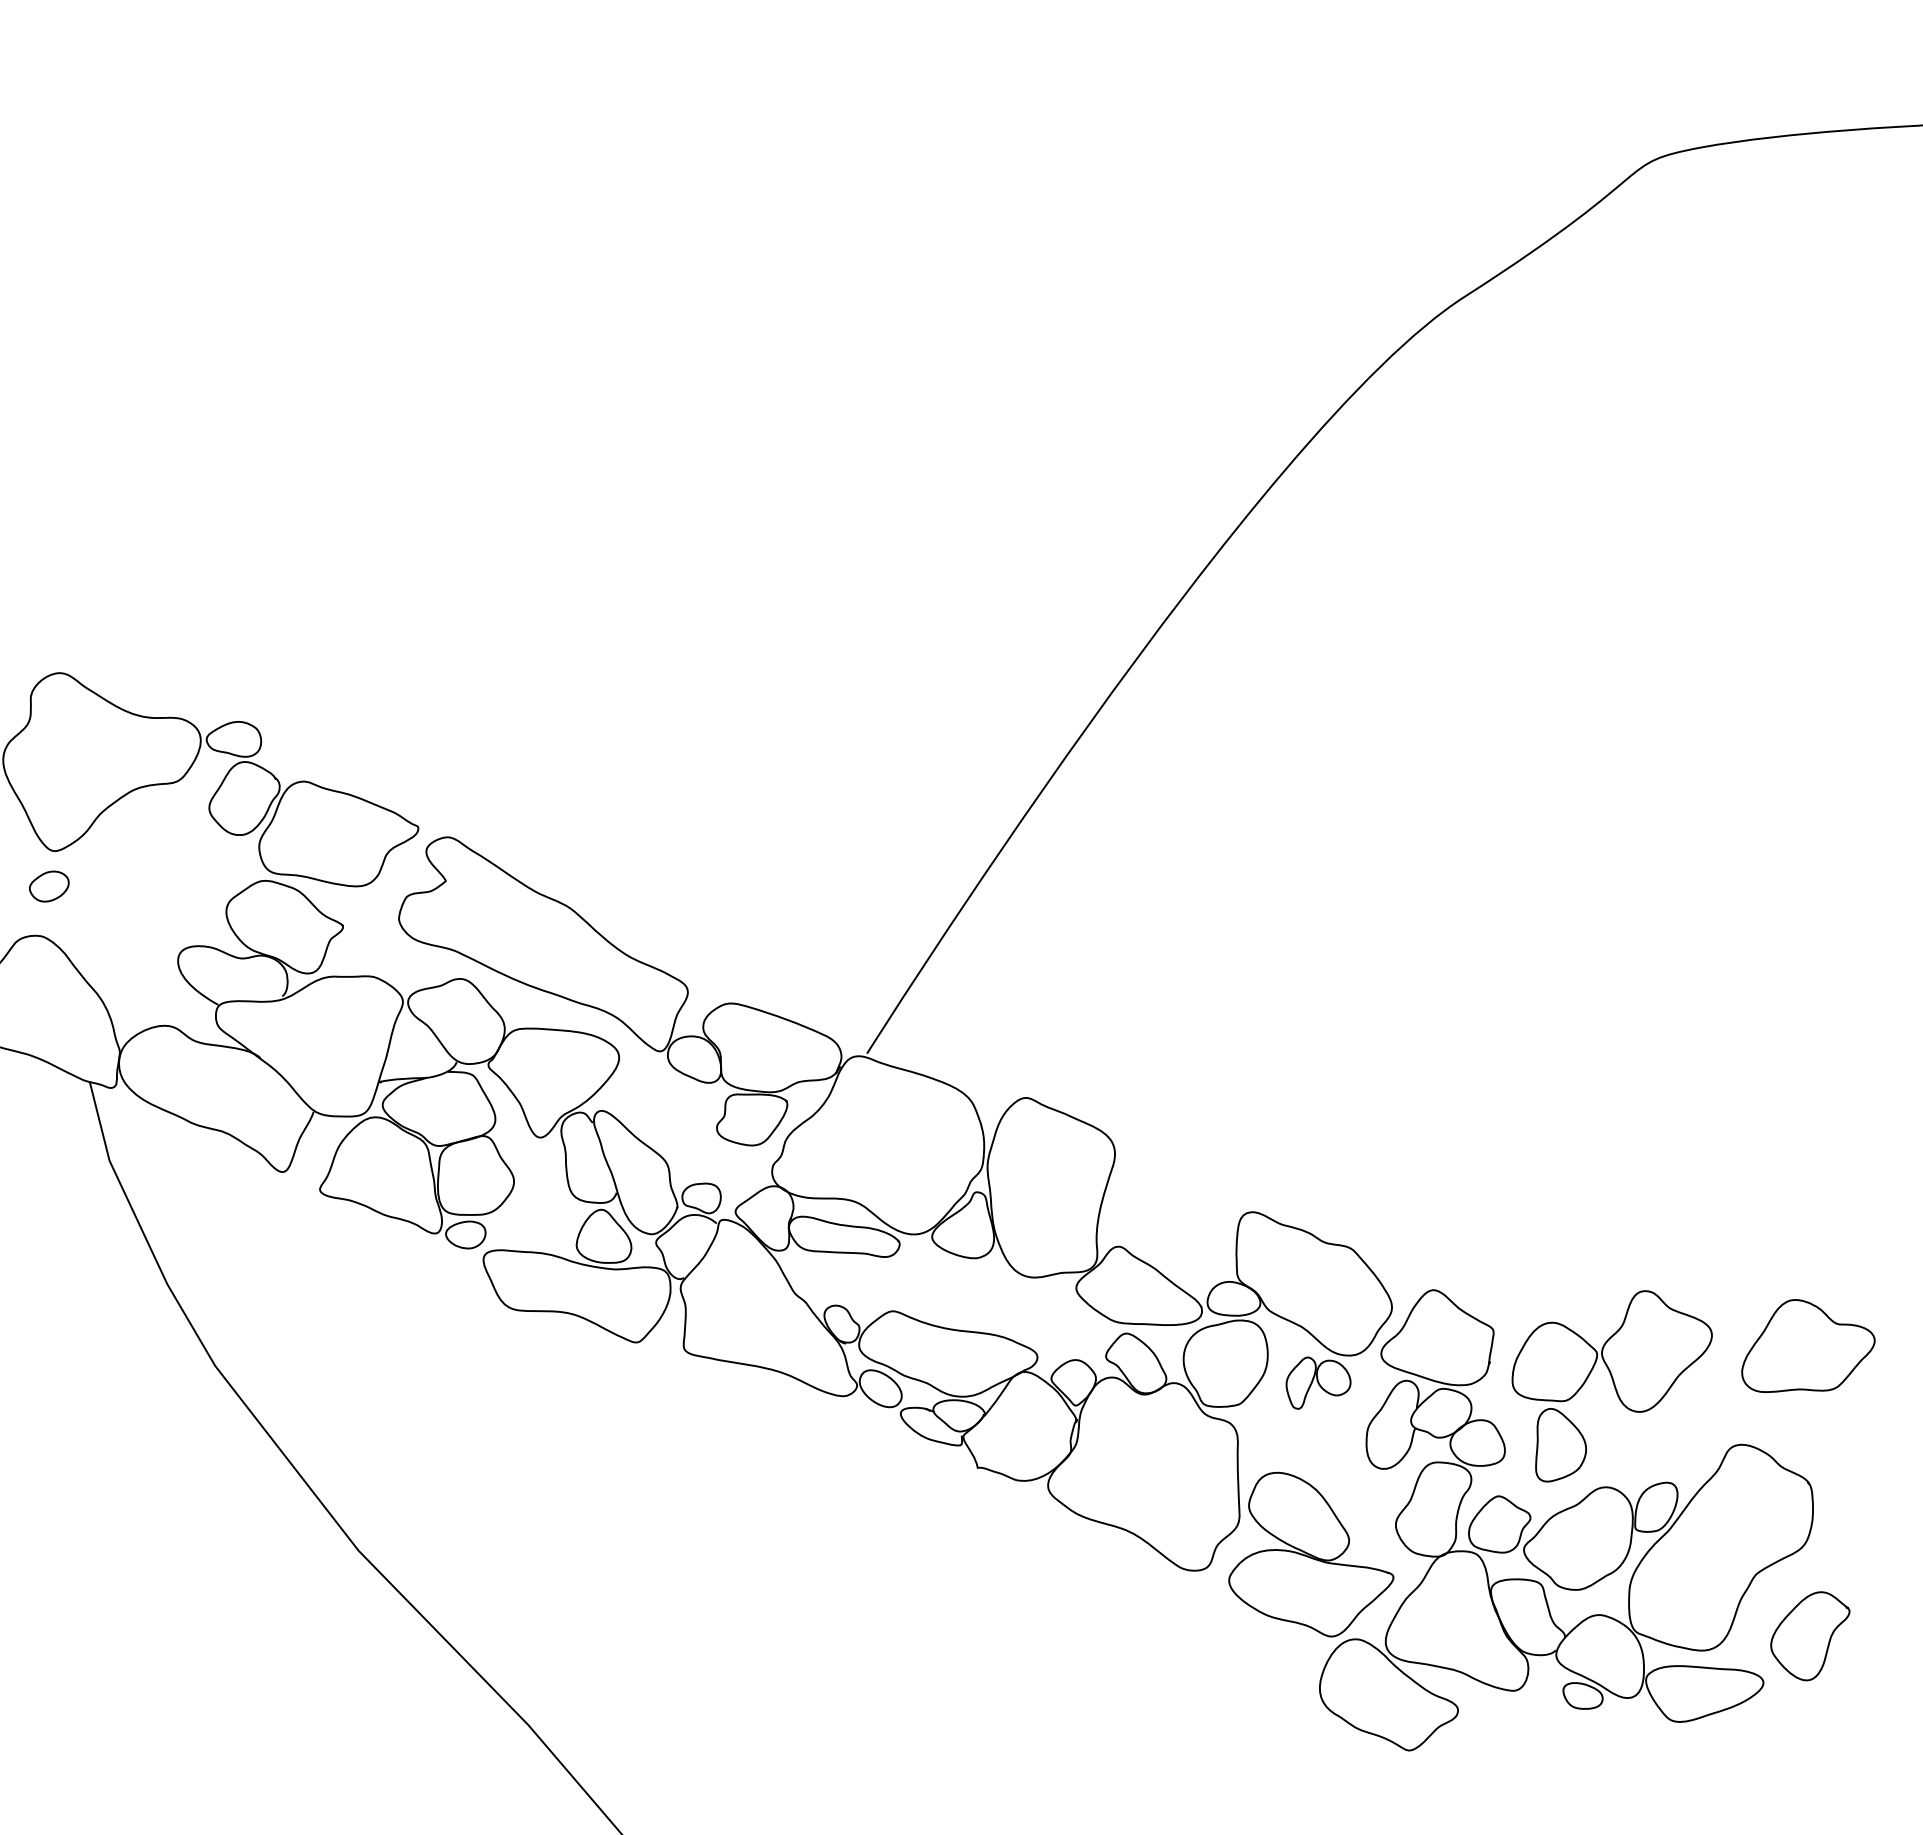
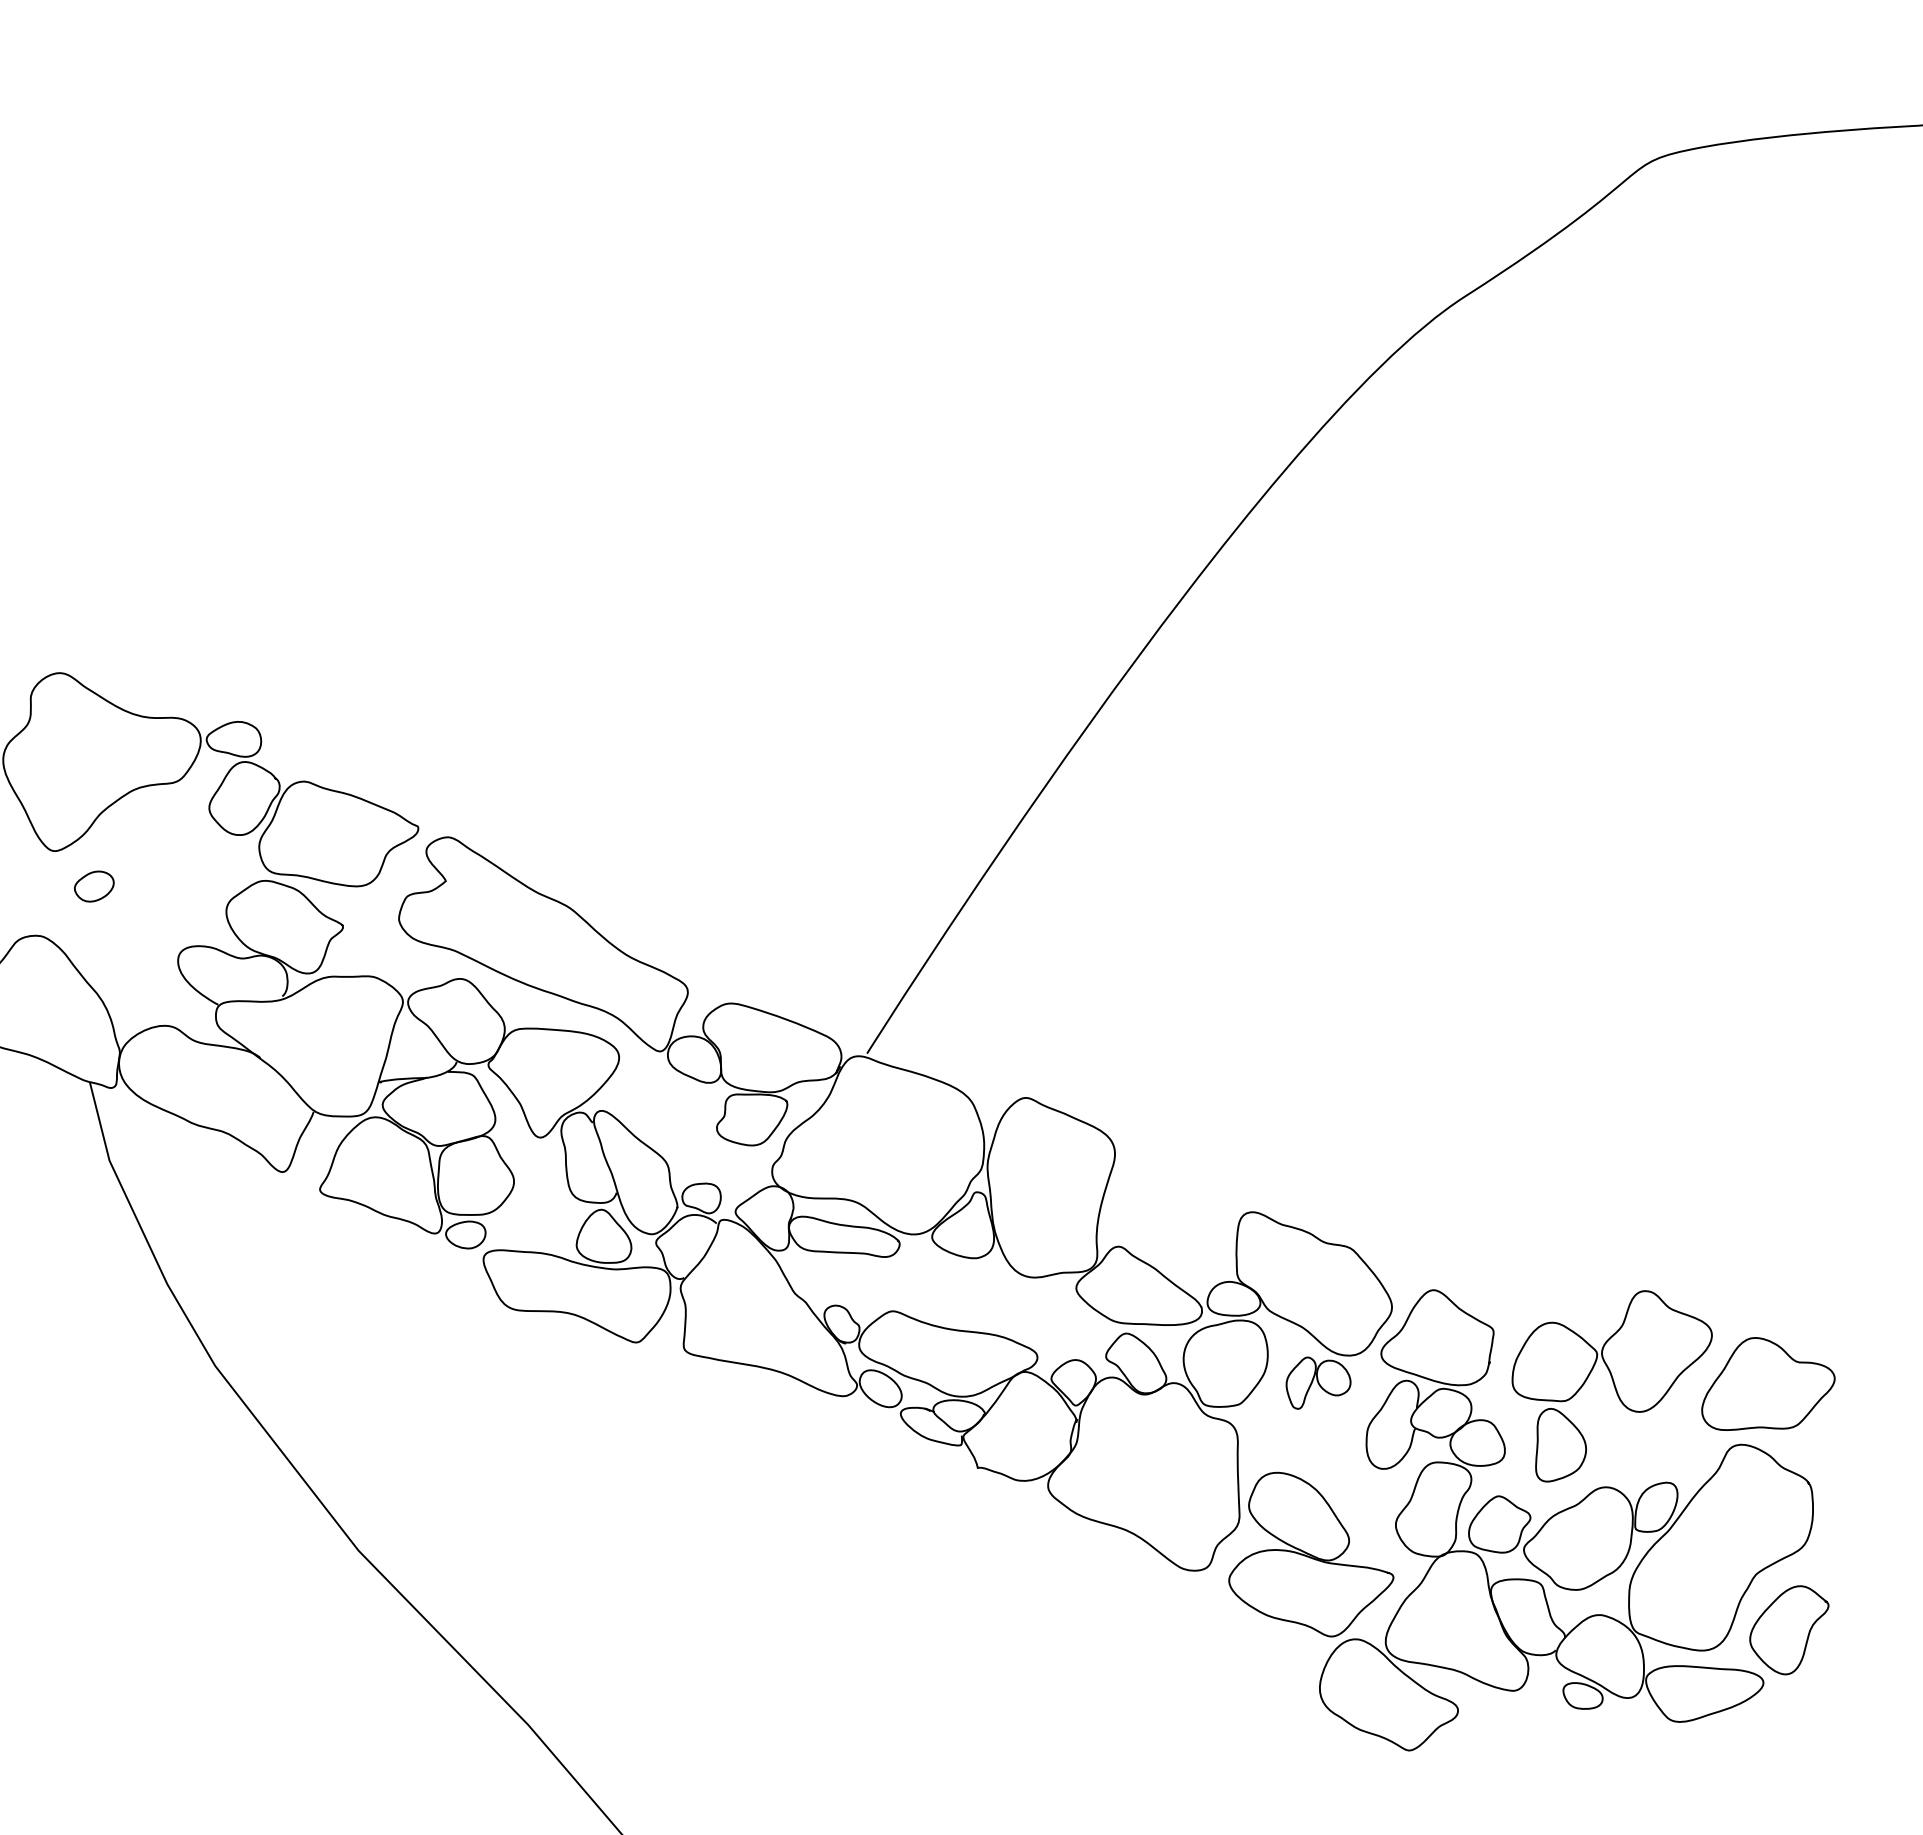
part at (49, 886) position: (49, 886) -> (94, 886)
part at (1808, 1345) position: (1808, 1345) -> (1768, 1383)
curve at (1828, 1641) position: (1828, 1641) -> (1807, 1635)
